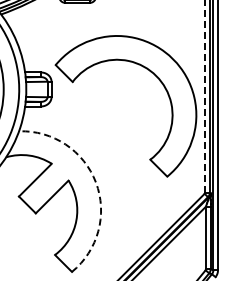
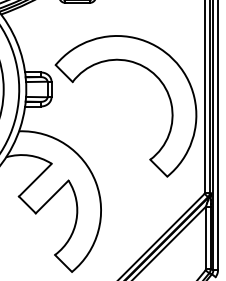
line at (205, 96): dashed -> solid
arc at (96, 182): dashed -> solid
